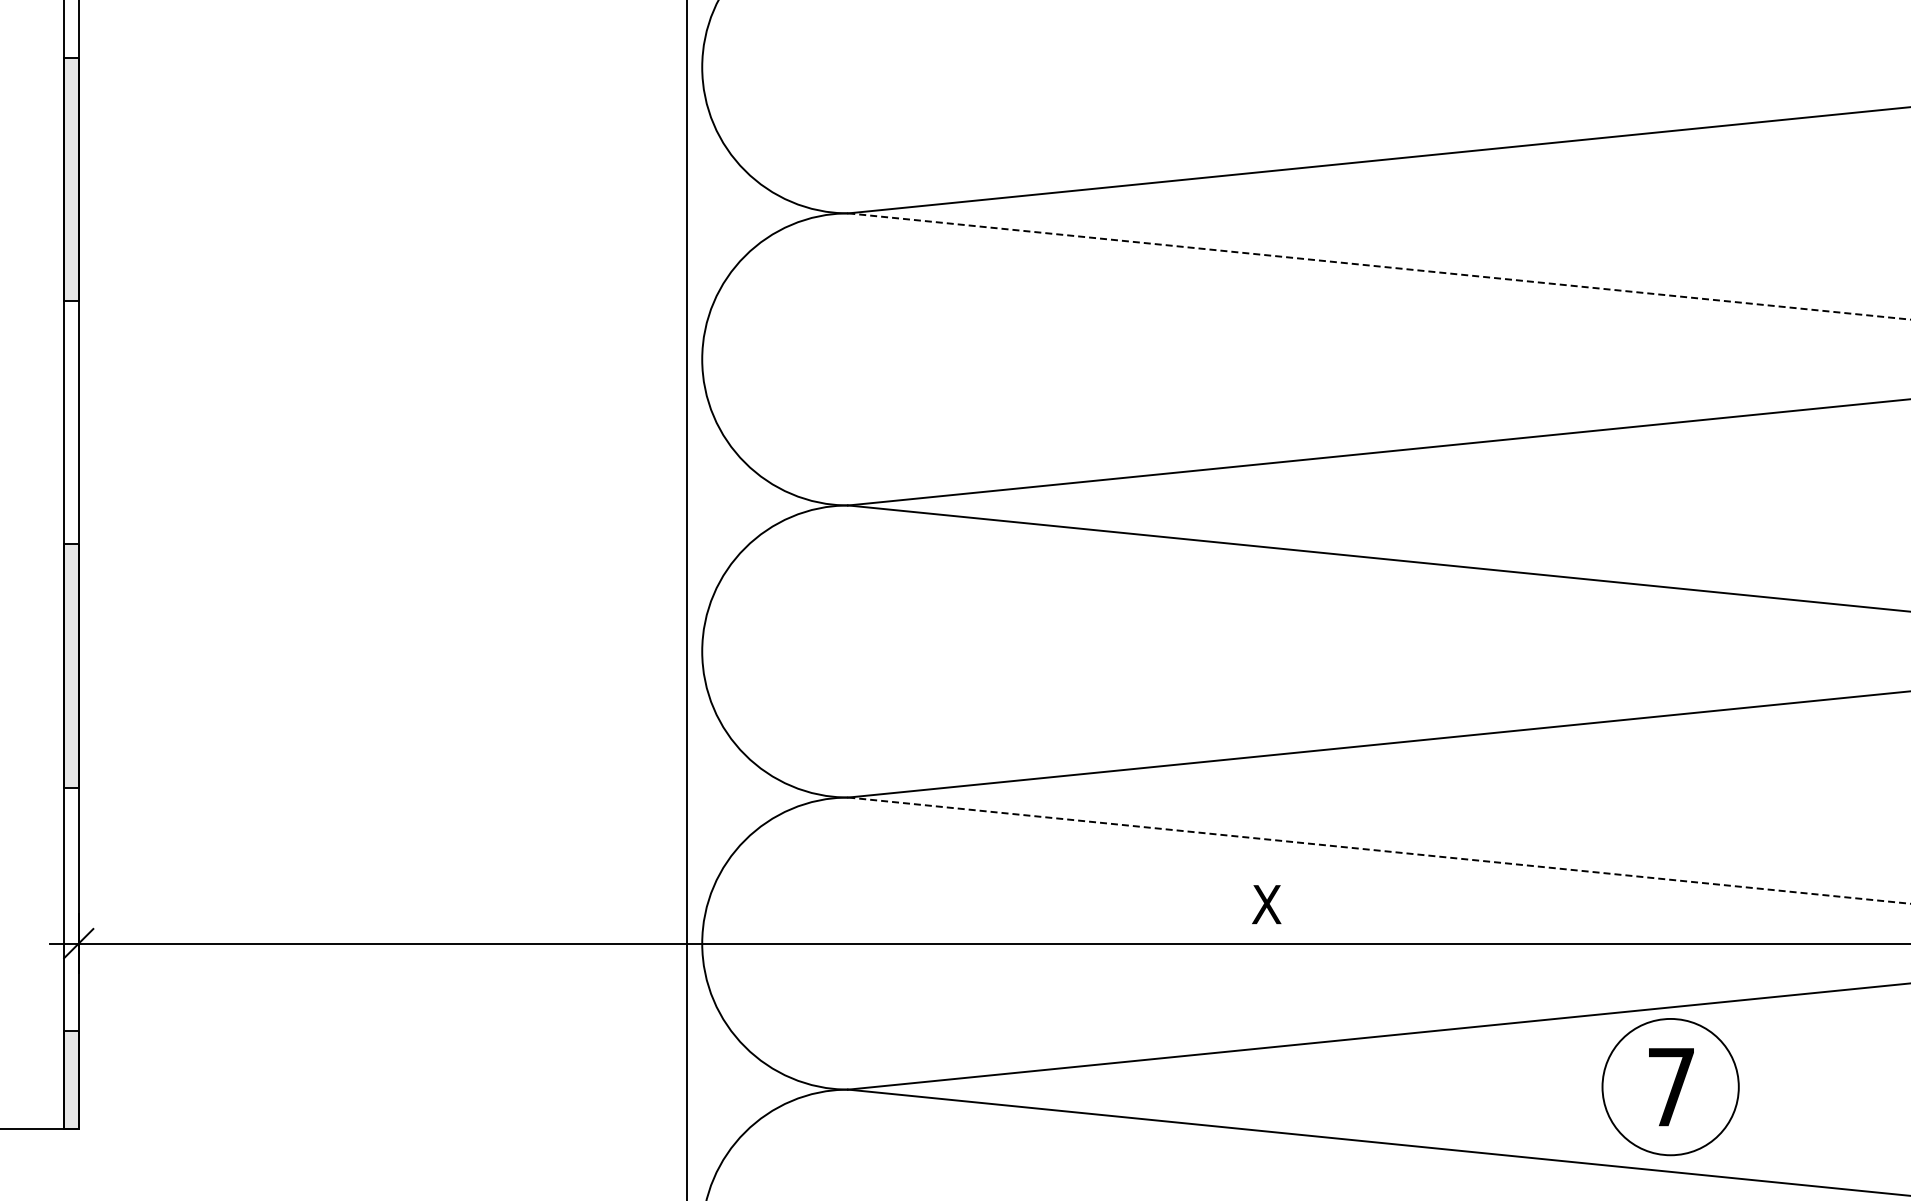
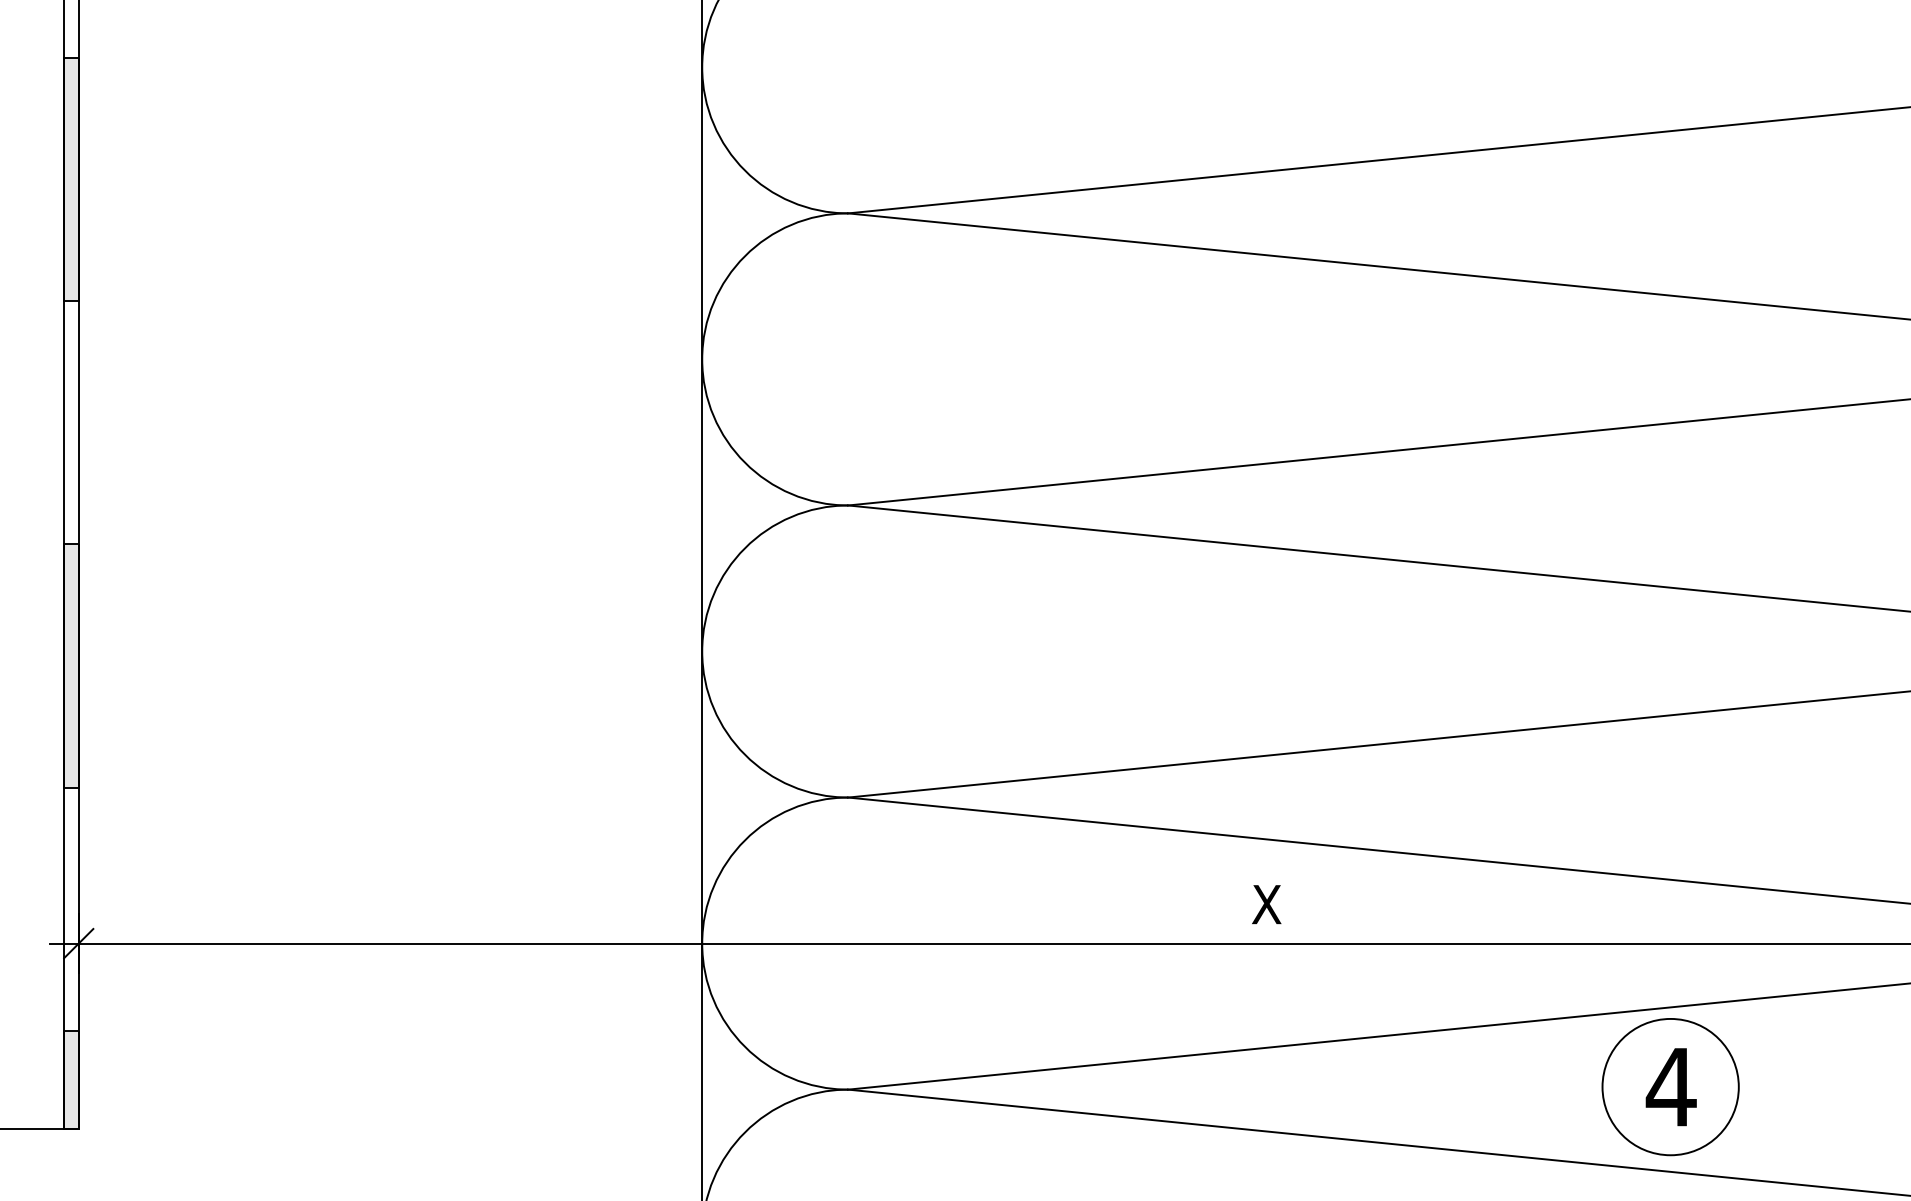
line at (1379, 266): dashed -> solid
line at (687, 599) position: (687, 599) -> (702, 599)
line at (1379, 850): dashed -> solid
text at (1670, 1087): 7 -> 4
